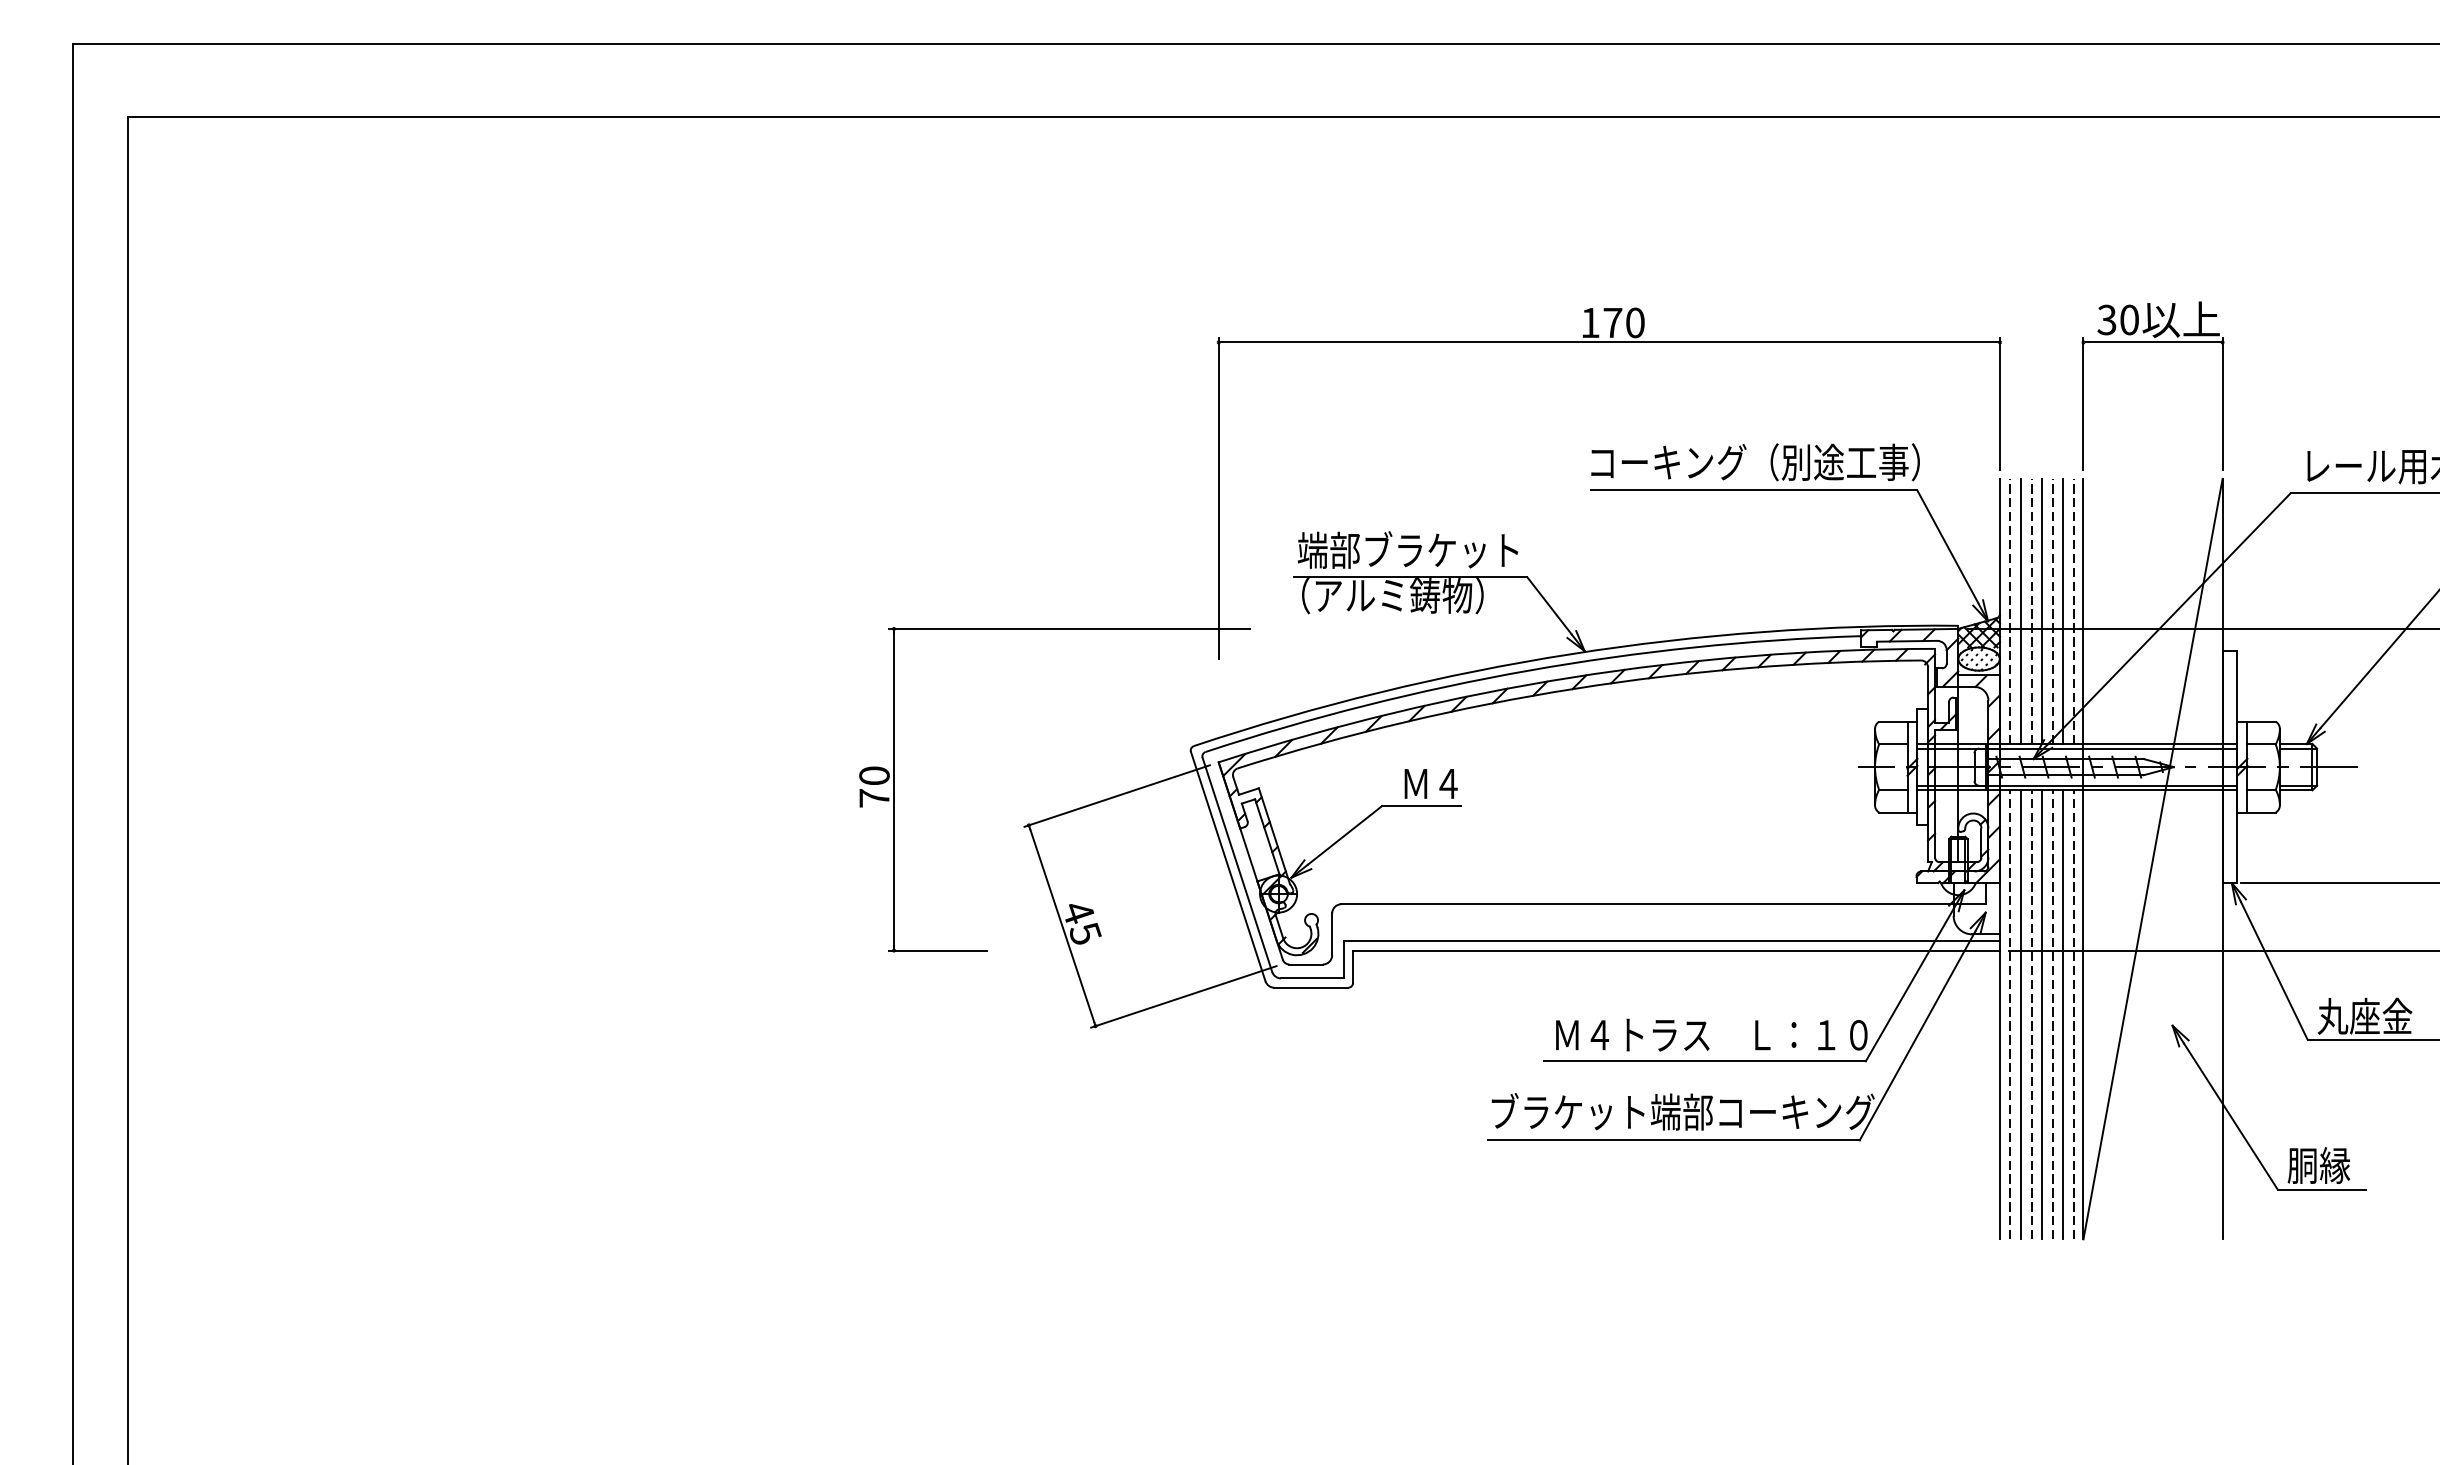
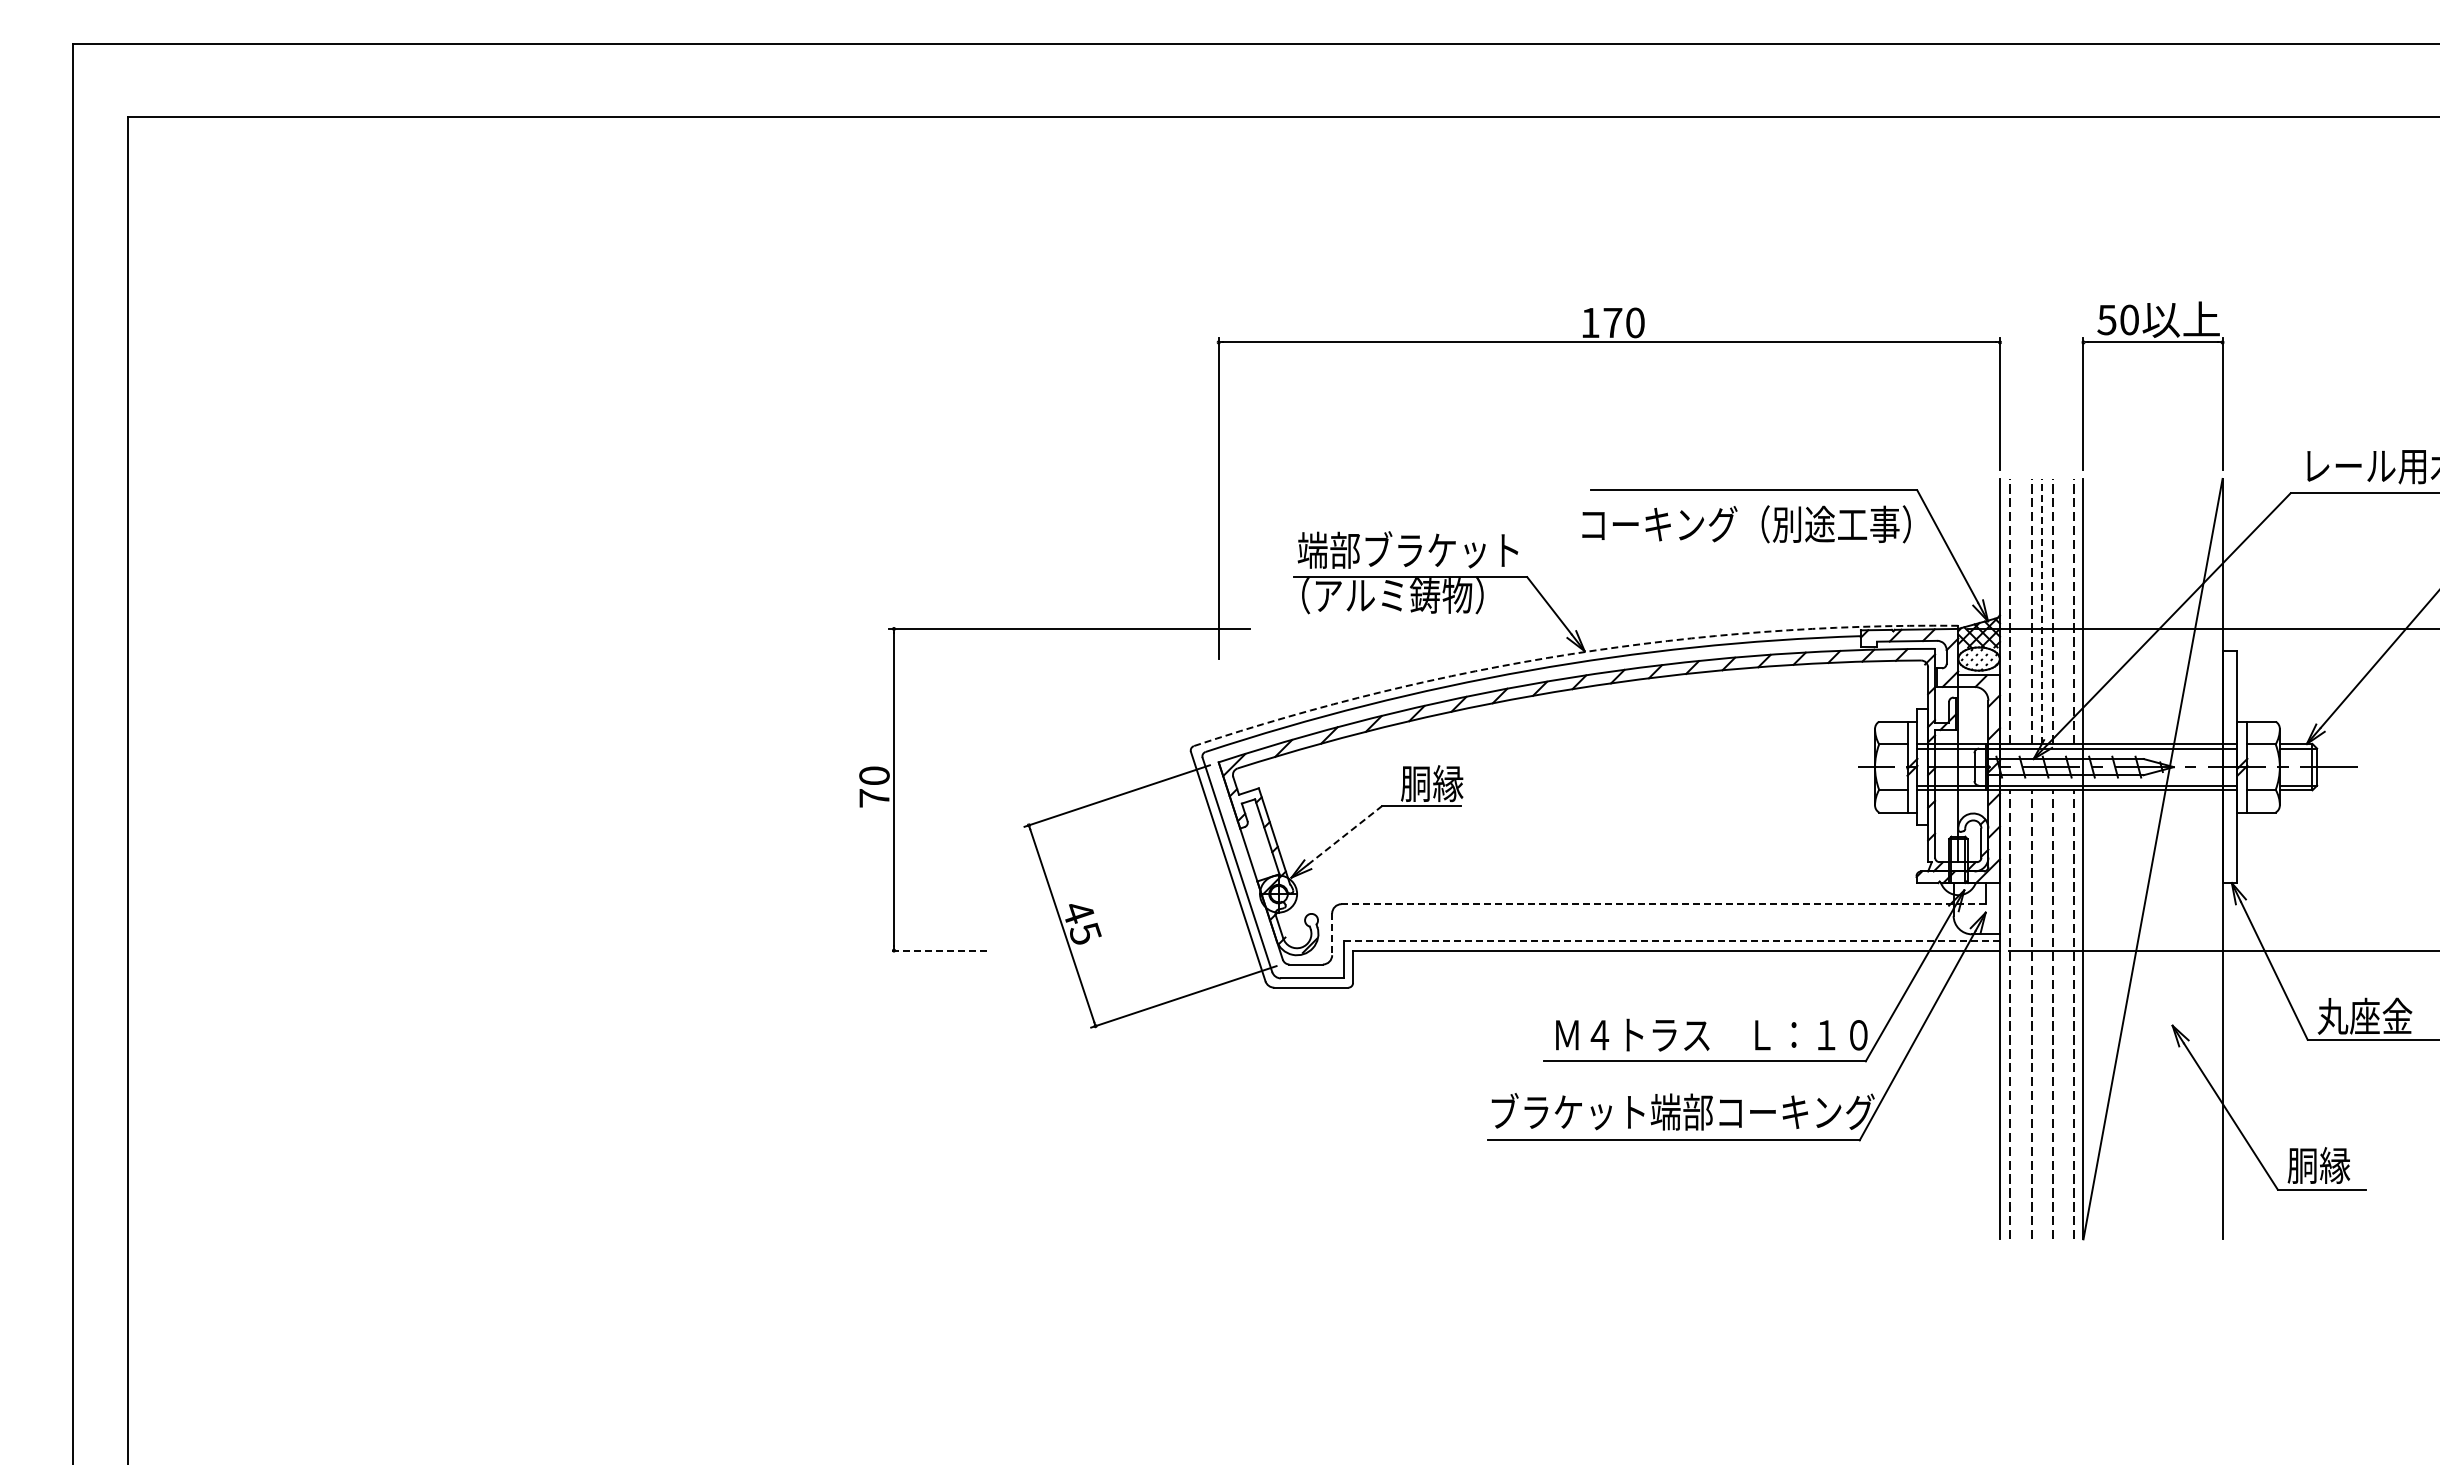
text at (2106, 319): 30 -> 50
text at (1755, 462) position: (1755, 462) -> (1746, 524)
line at (2021, 610): present -> none
line at (2063, 610): present -> none
line at (2042, 611): solid -> dashed
arc at (1571, 654): solid -> dashed
text at (1431, 783): Ｍ４ -> 胴縁
line at (1345, 835): solid -> dashed
line at (2338, 883): present -> none
line at (1663, 904): solid -> dashed
line at (1332, 934): solid -> dashed
line at (1671, 941): solid -> dashed
line at (938, 950): solid -> dashed
line at (2021, 1014): present -> none
line at (2042, 1014): present -> none
line at (2063, 1014): present -> none
